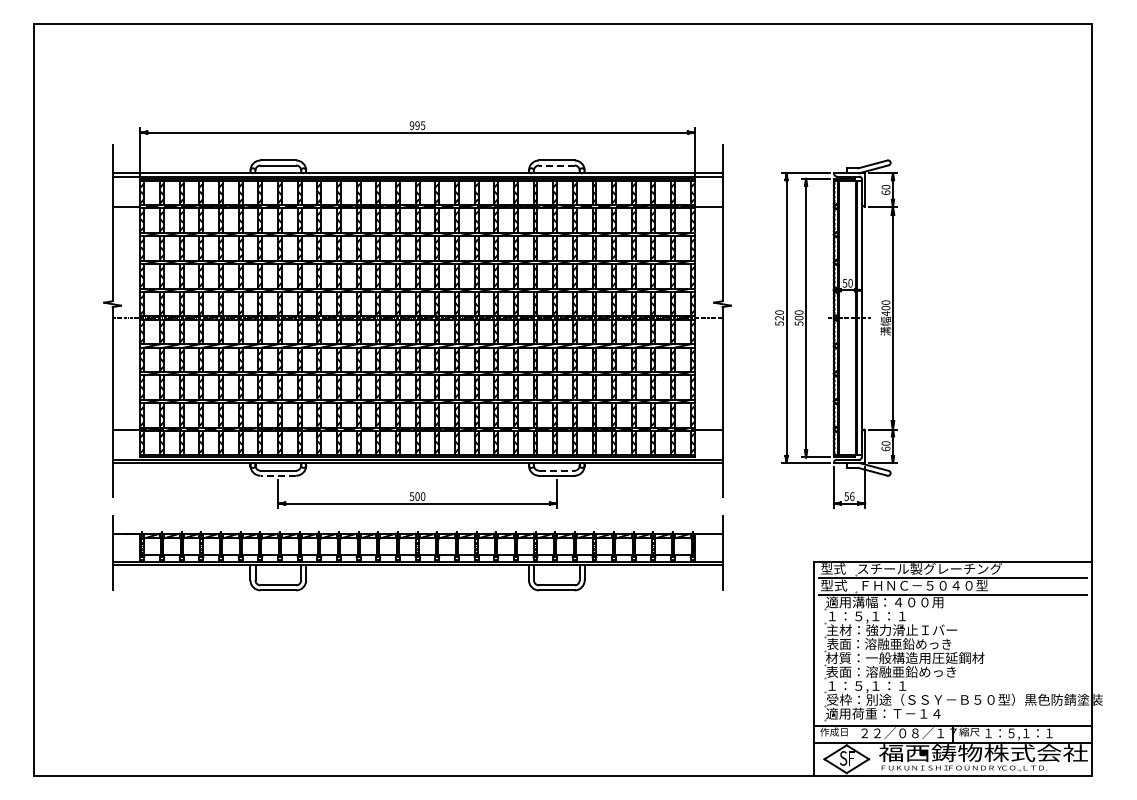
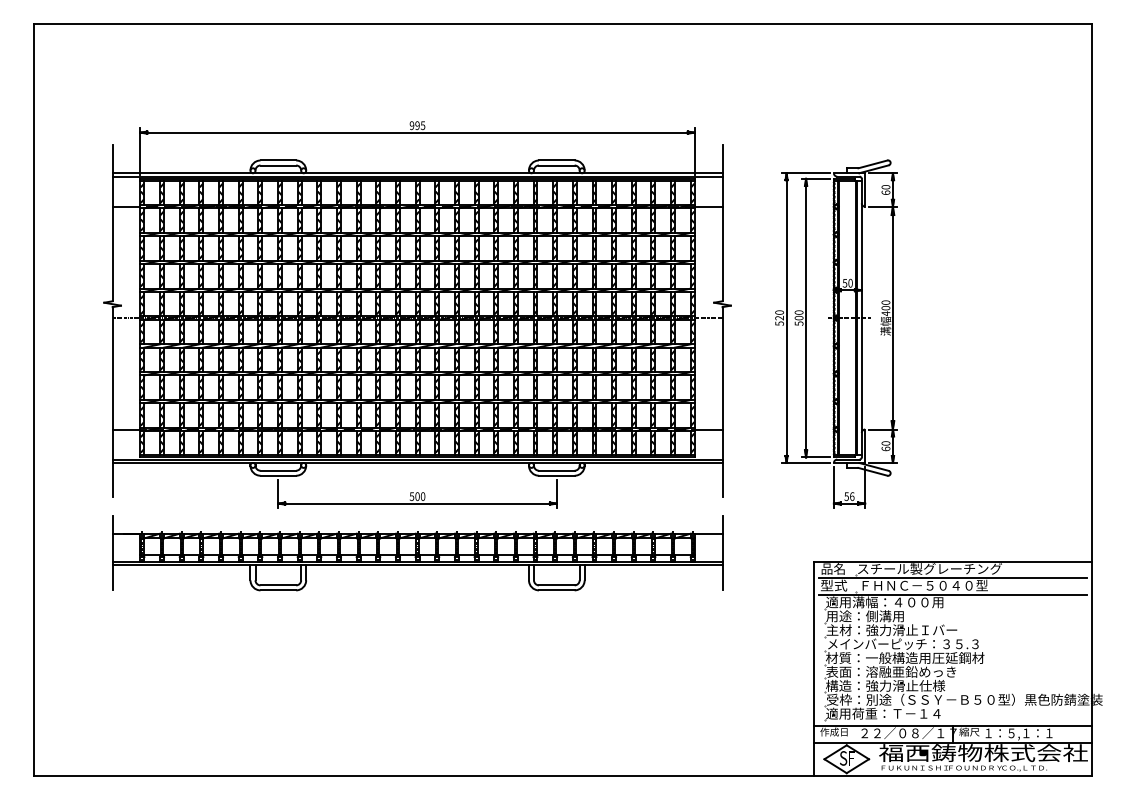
line at (556, 165): dashed -> solid
line at (556, 470): dashed -> solid
line at (278, 475): dashed -> solid
text at (833, 568): 型式 -> 品名
text at (865, 616): １：５,１：１ -> 用途：側溝用
text at (902, 643): 表面：溶融亜鉛めっき -> メインバーピッチ：３５.３
text at (885, 686): １：５,１：１ -> 構造：強力滑止仕様
